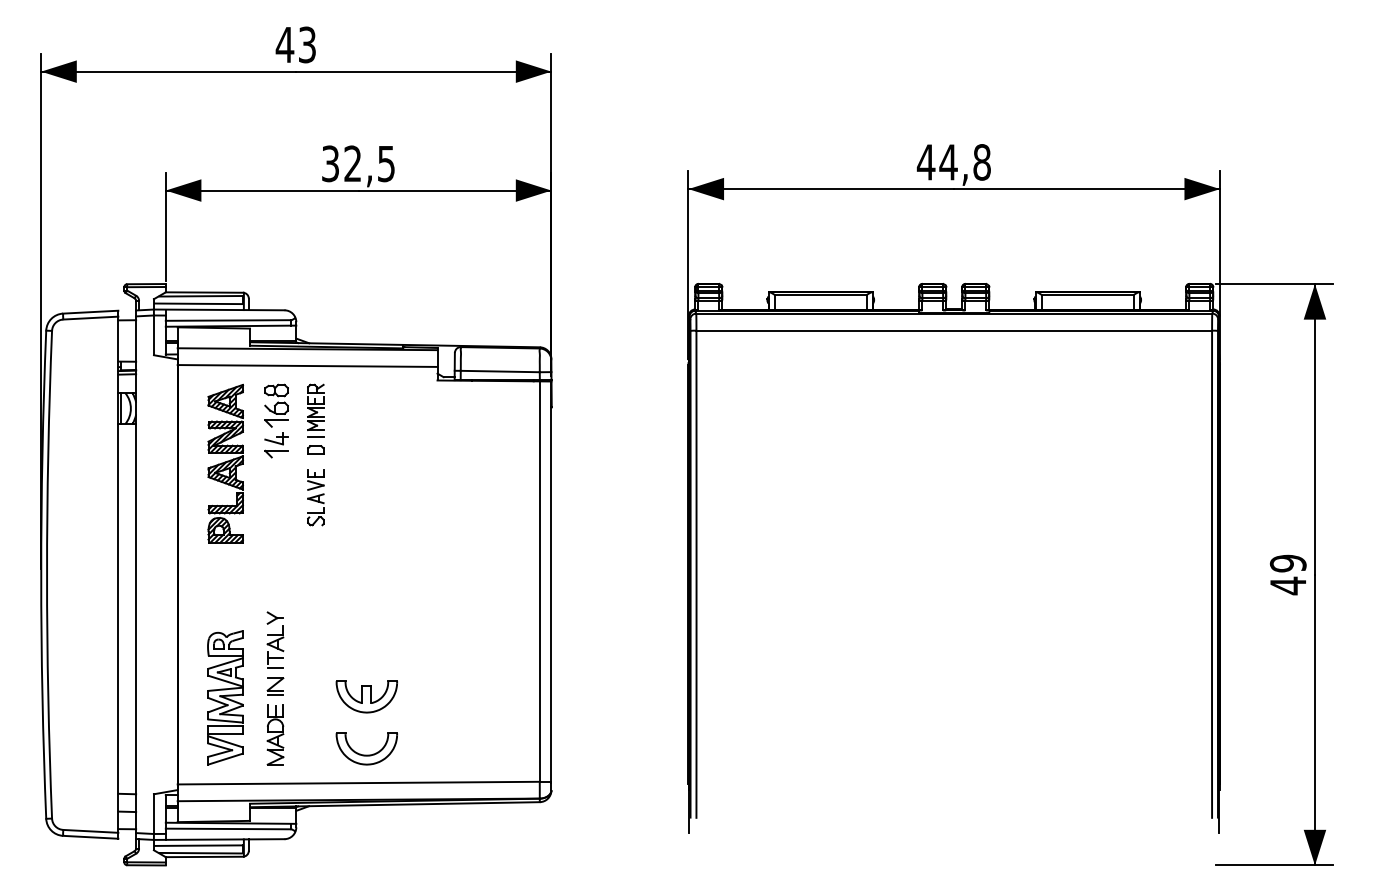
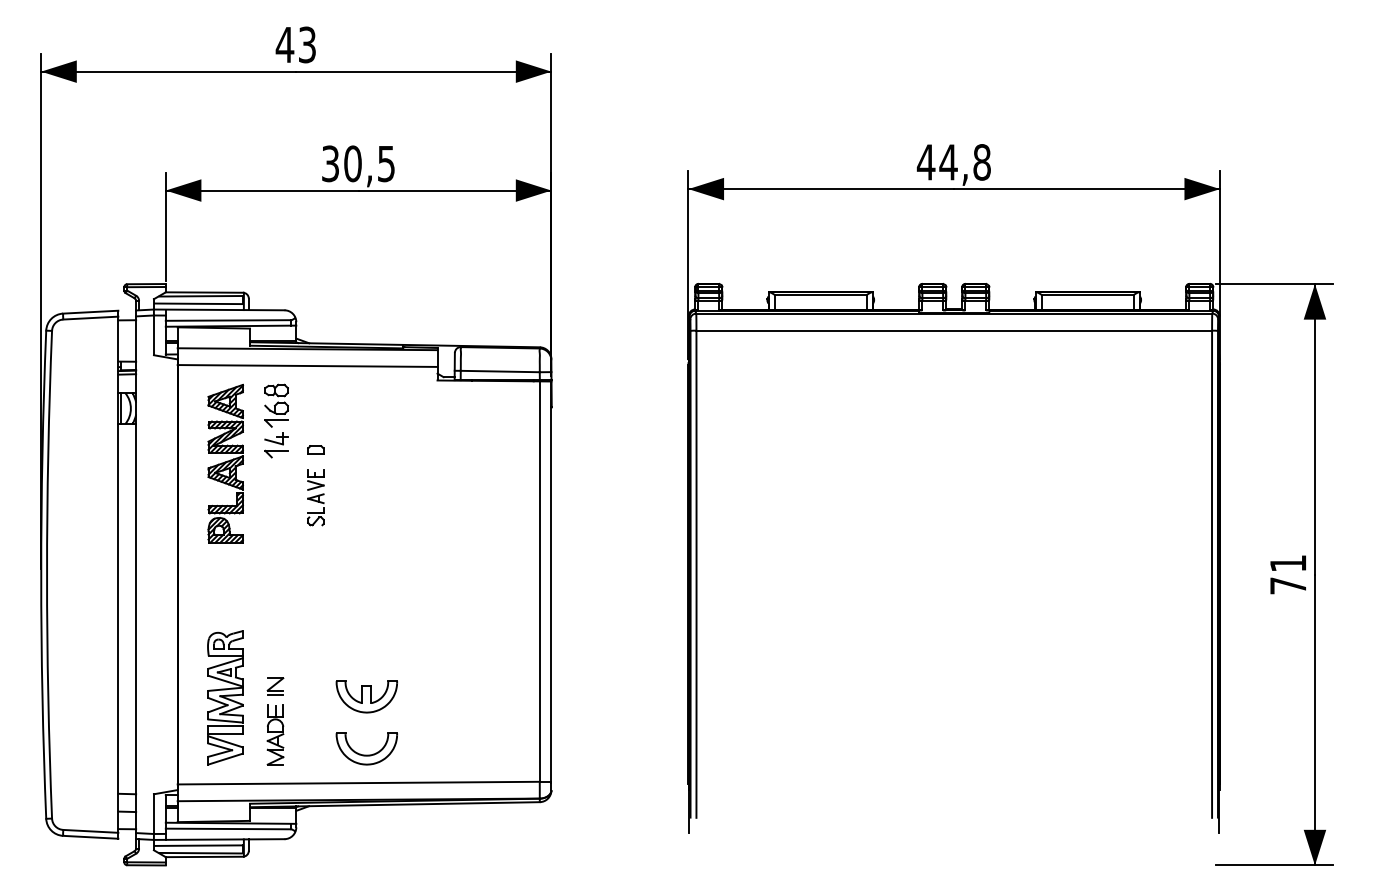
text at (352, 163): 32,5 -> 30,5
part at (315, 410): present -> none
text at (1287, 574): 49 -> 71
part at (275, 639): present -> none
